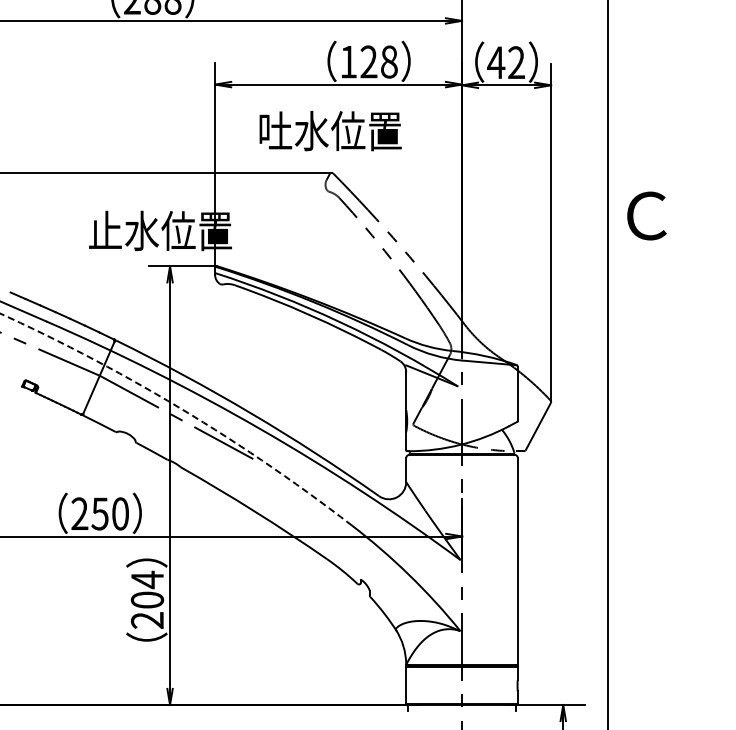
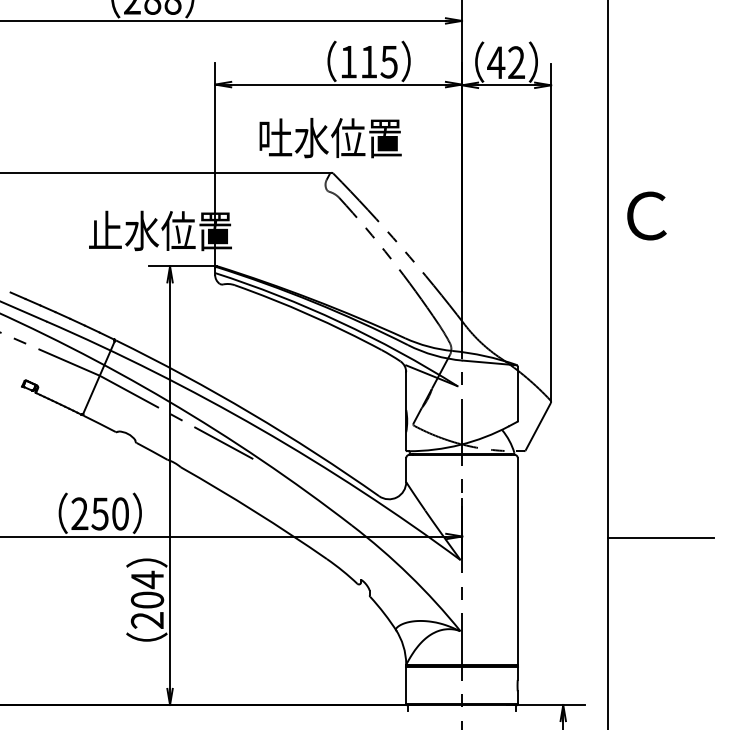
text at (378, 61): 128 -> 115
text at (330, 131) position: (330, 131) -> (330, 138)
arc at (182, 409): dashed -> solid
line at (660, 538): none -> present
